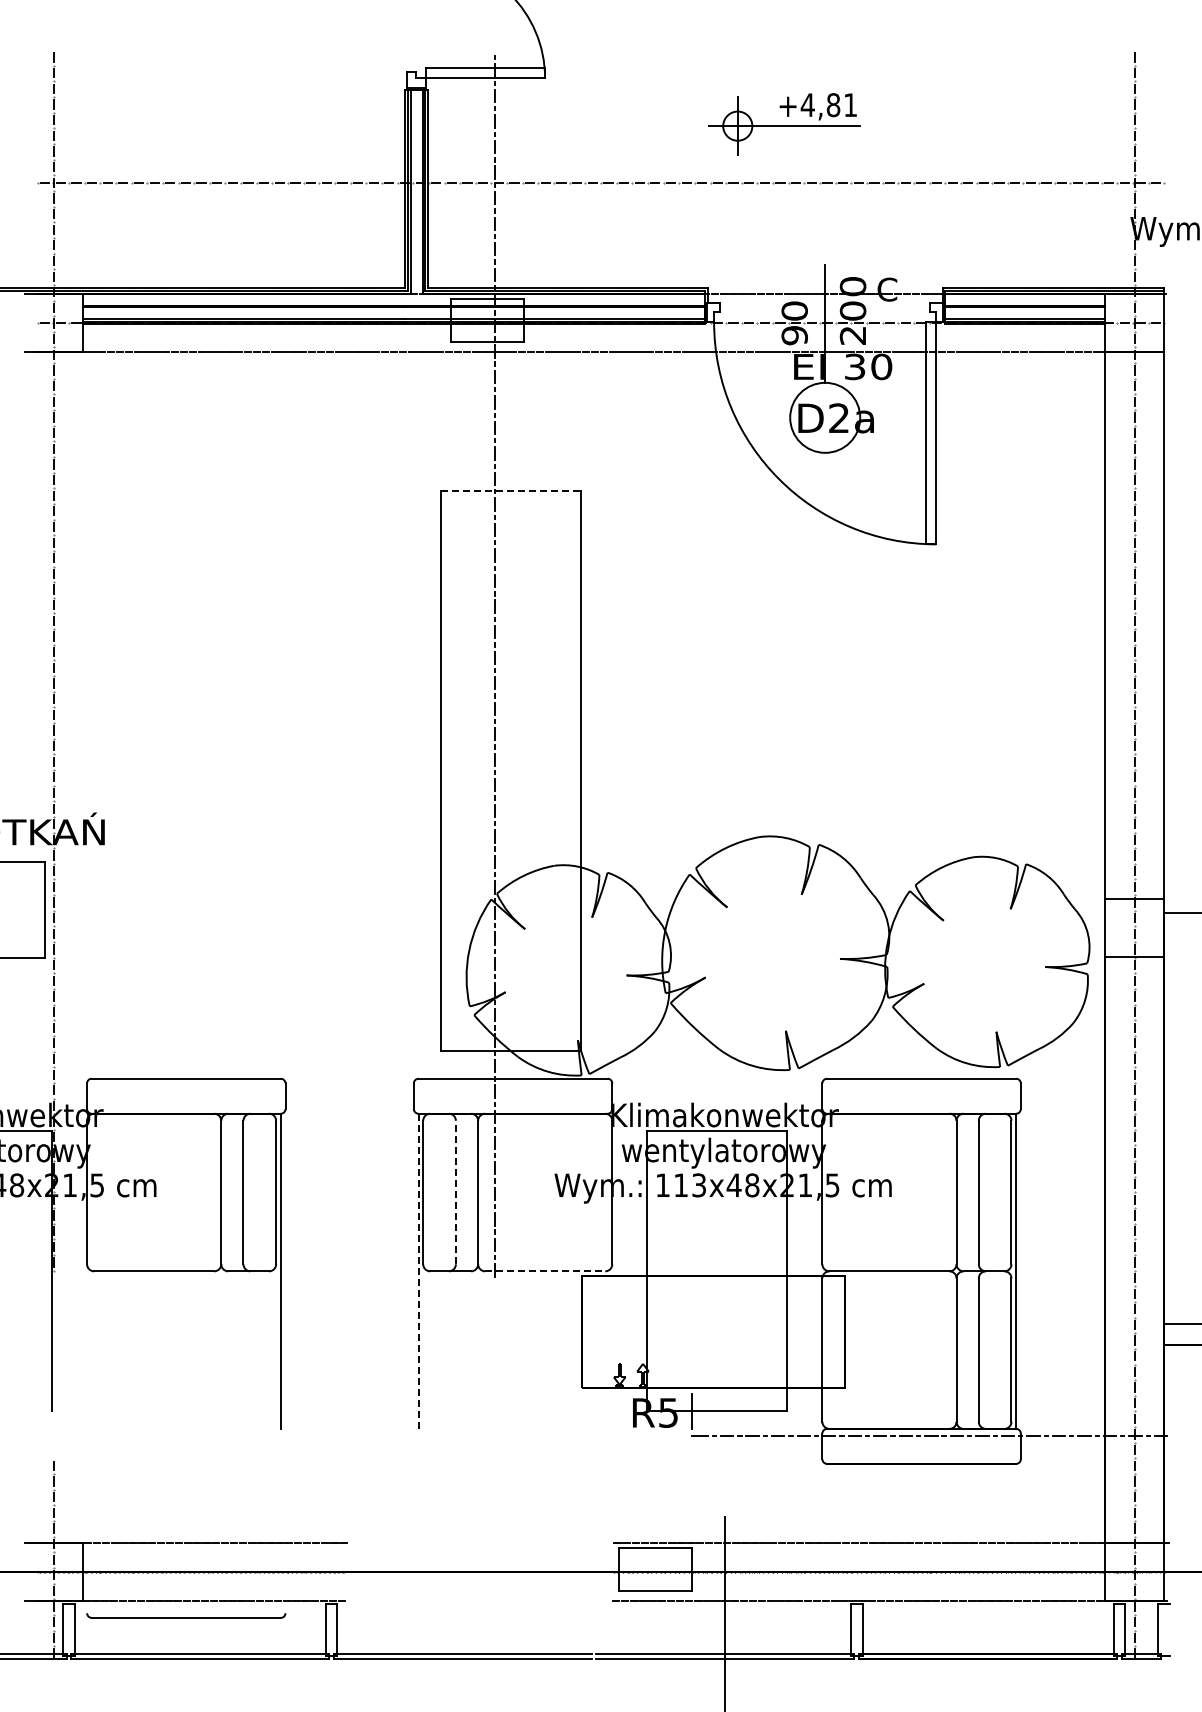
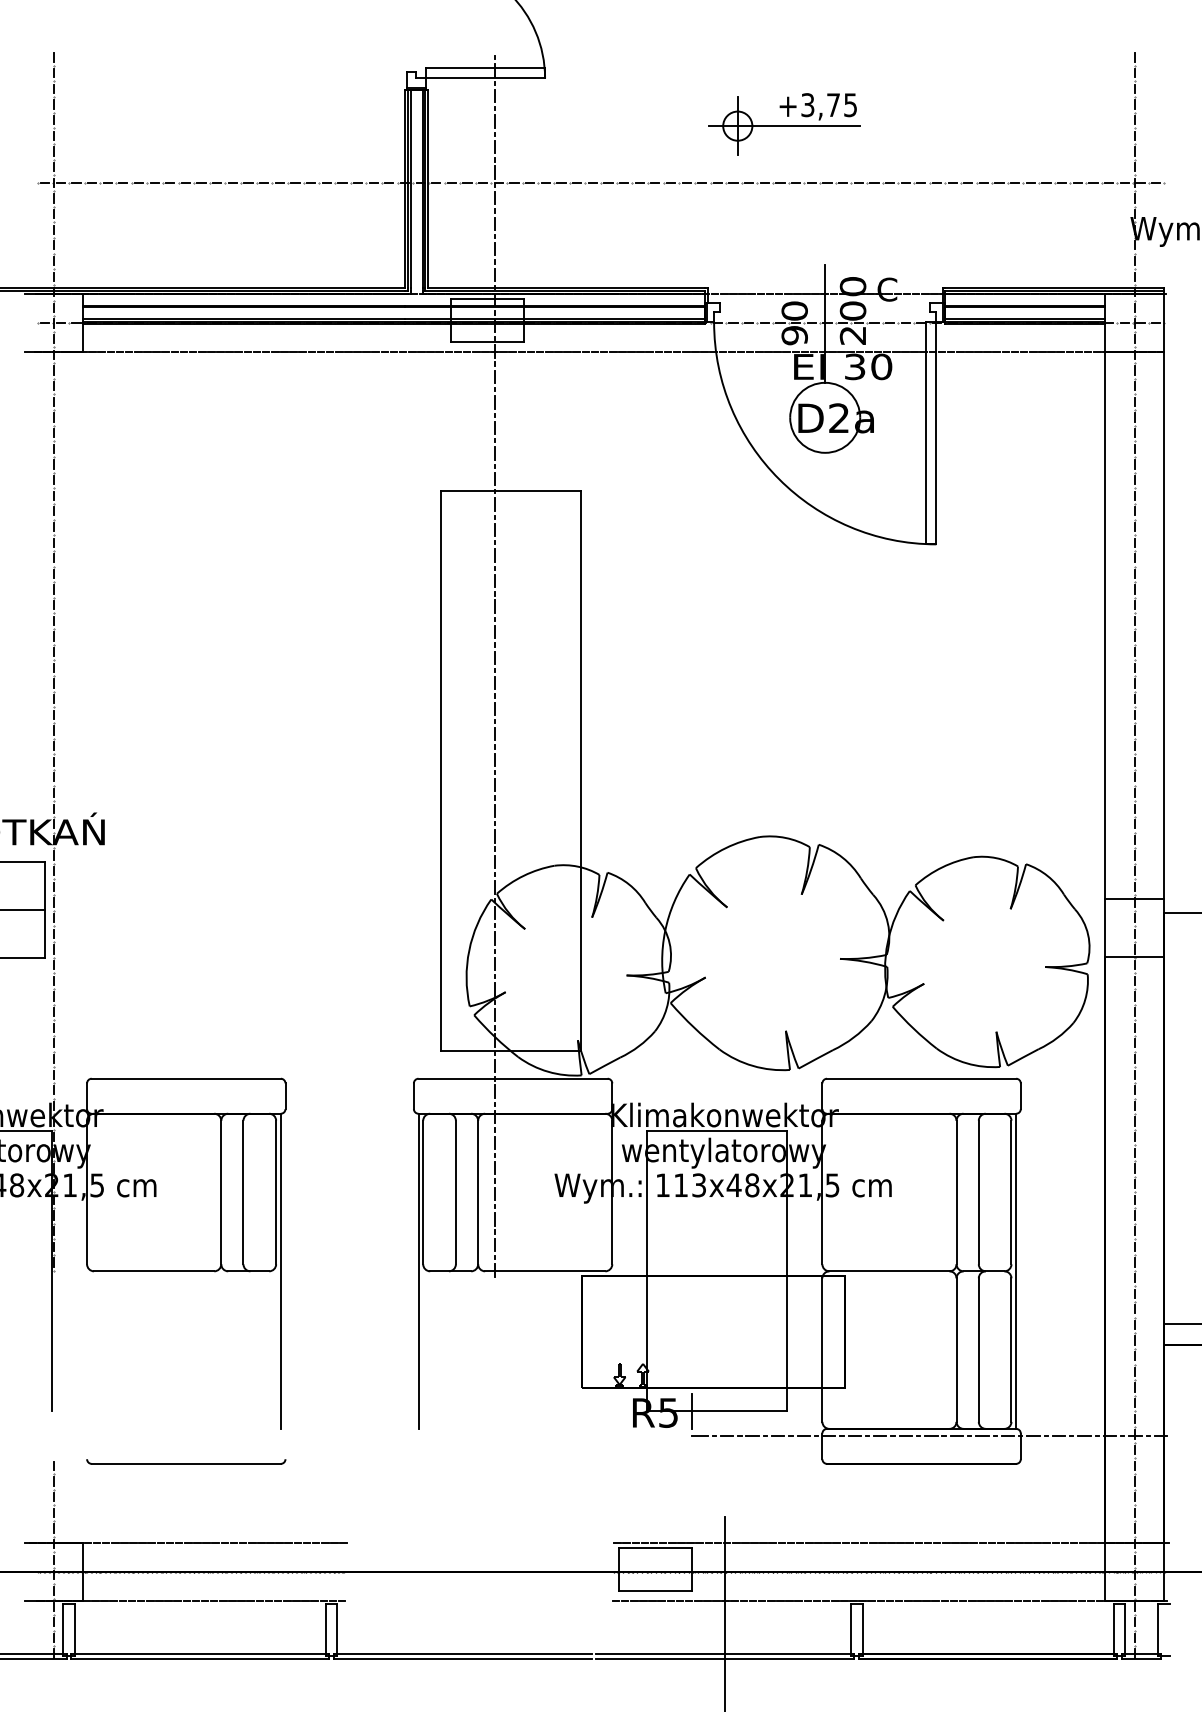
text at (828, 105): +4,81 -> +3,75
line at (511, 491): dashed -> solid
line at (23, 910): none -> present
line at (455, 1192): dashed -> solid
line at (418, 1271): dashed -> solid
line at (545, 1271): dashed -> solid
part at (186, 1615) position: (186, 1615) -> (186, 1461)
